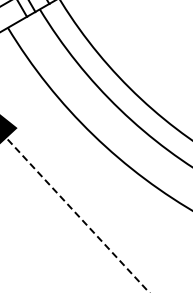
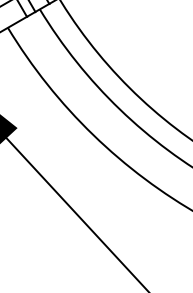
line at (74, 212): dashed -> solid
